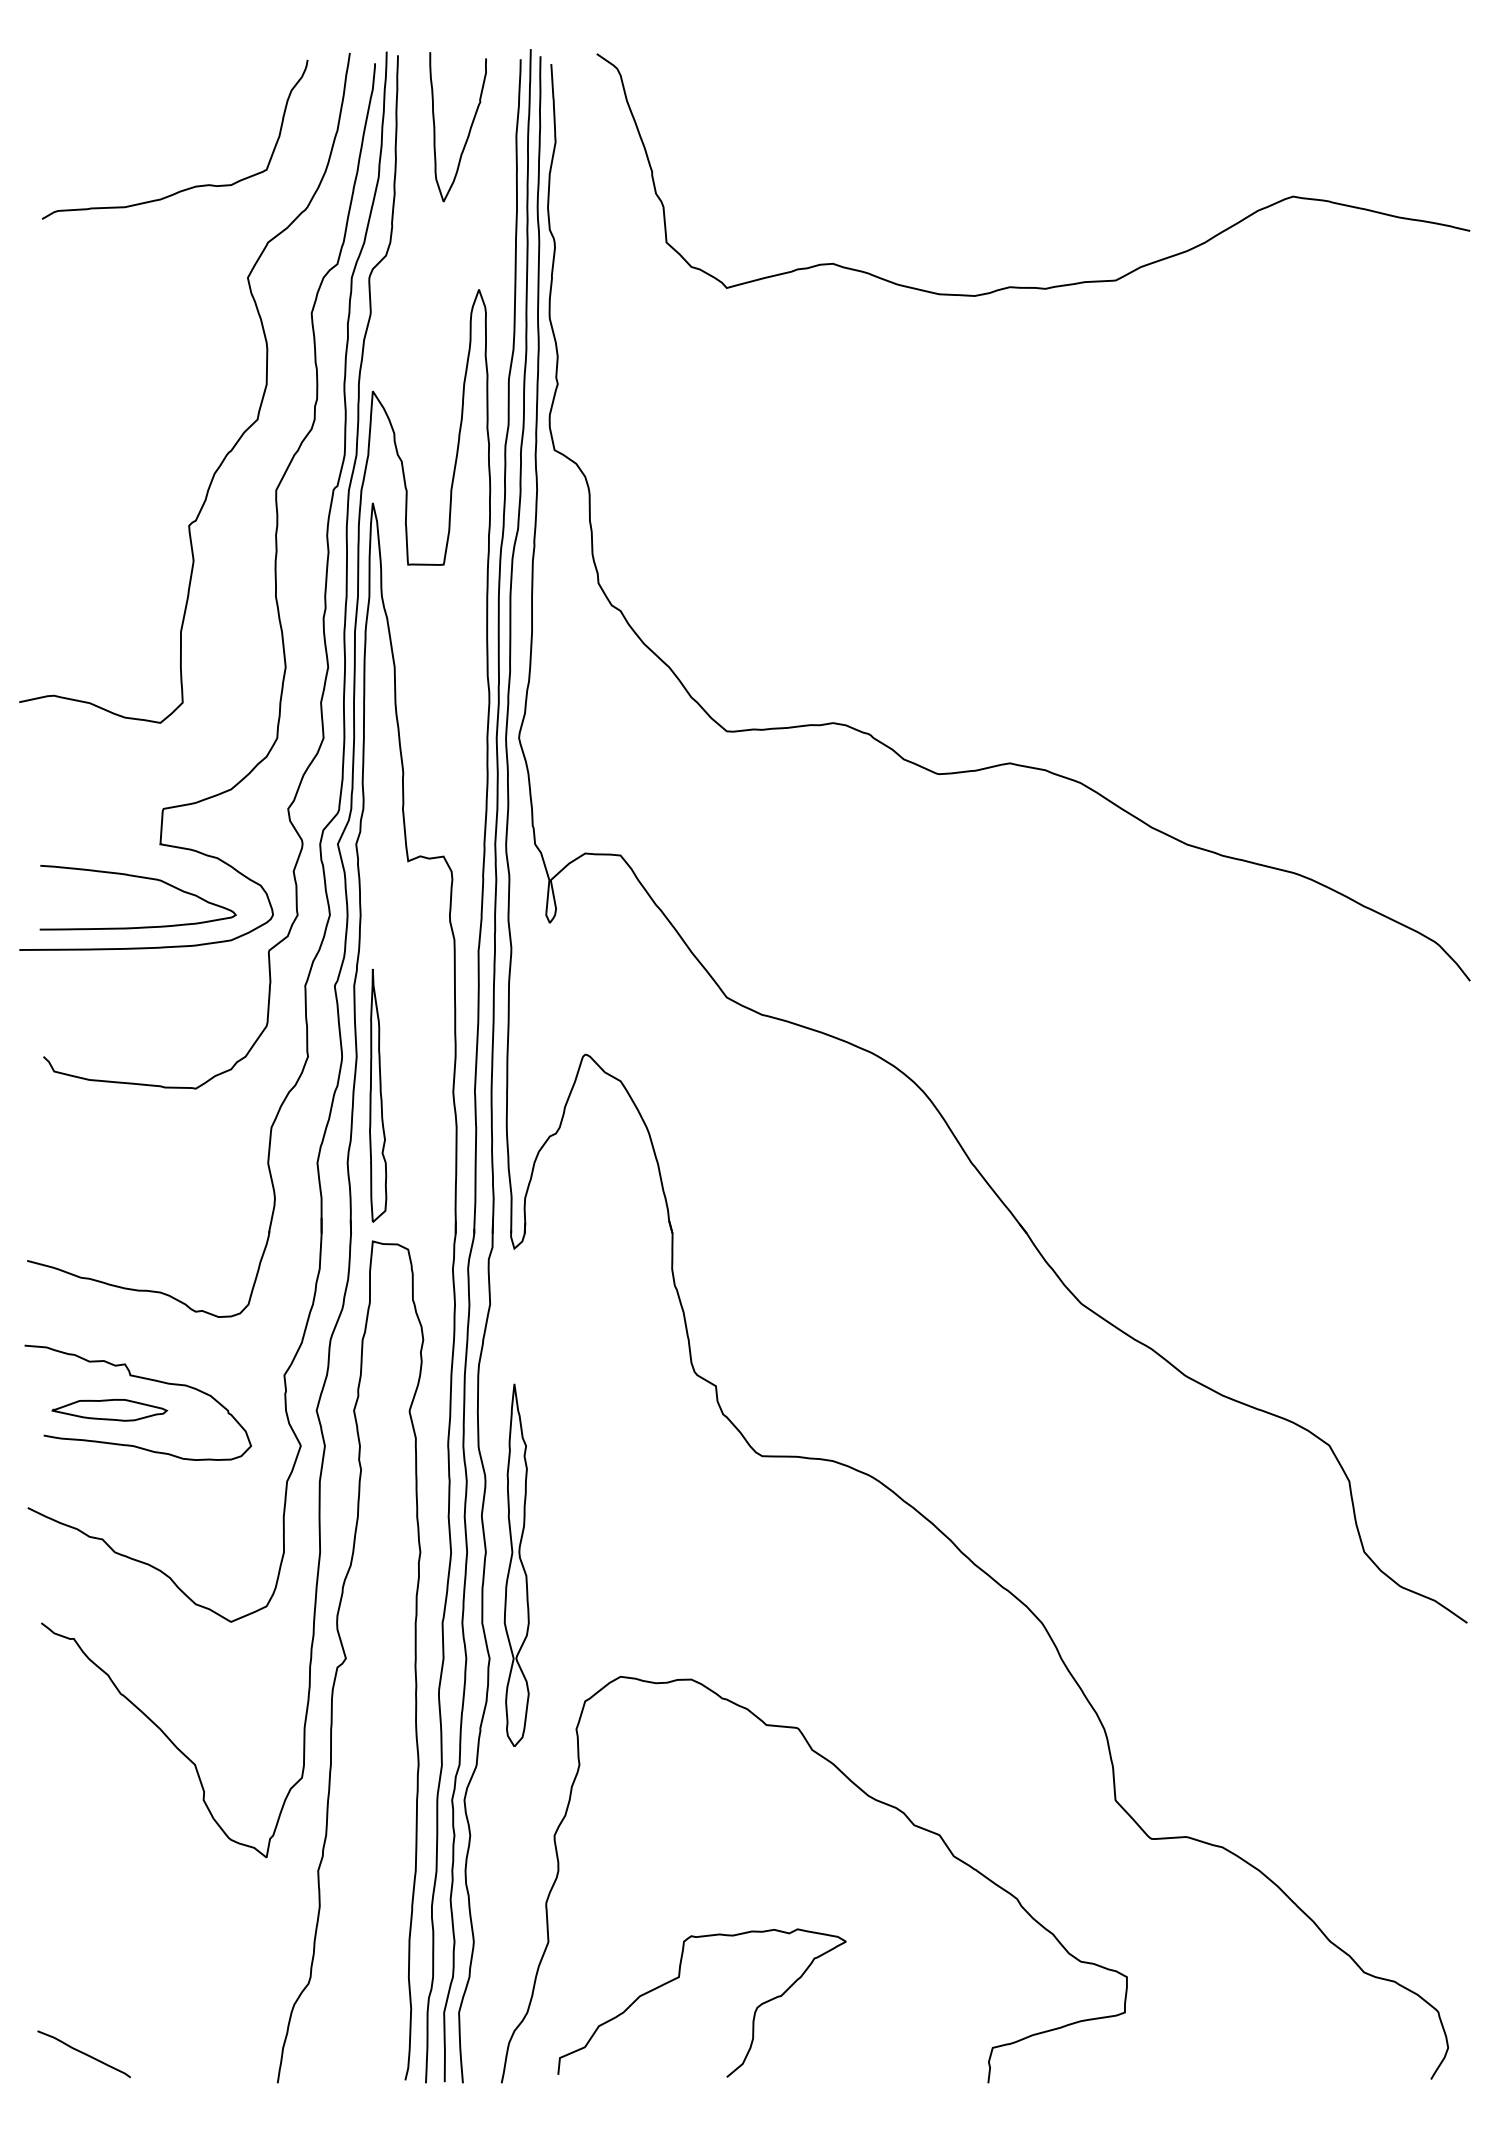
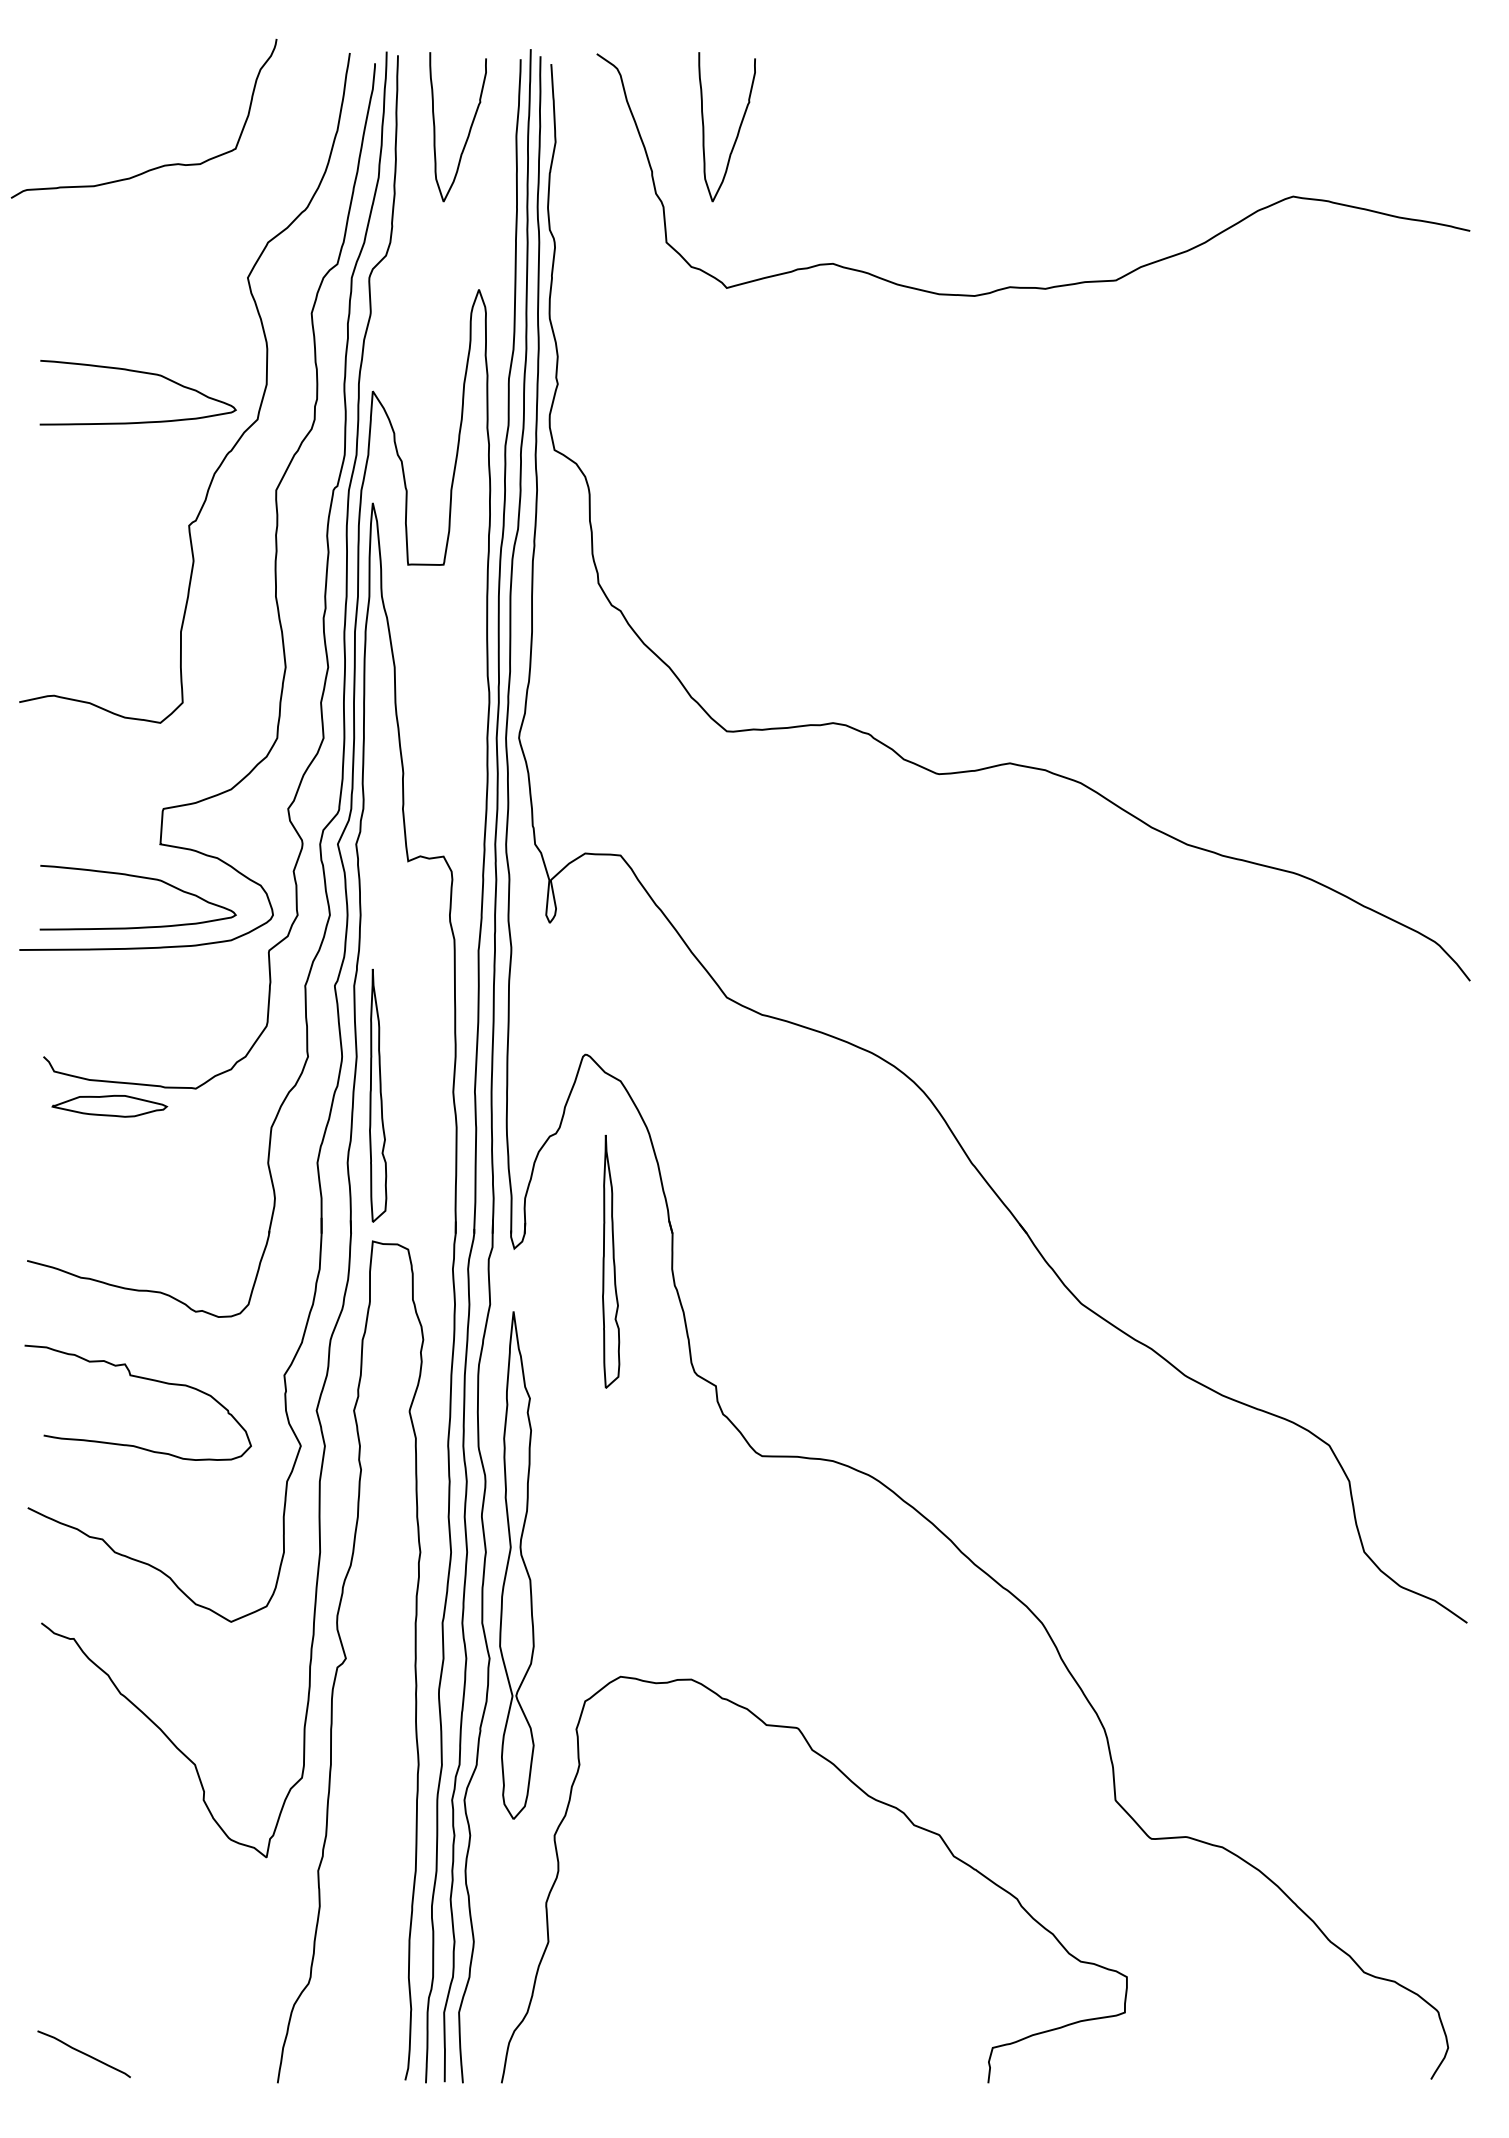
curve at (738, 128): none -> present
curve at (189, 187) position: (189, 187) -> (158, 166)
curve at (141, 373): none -> present
part at (611, 1261): none -> present
part at (109, 1409) position: (109, 1409) -> (109, 1105)
part at (516, 1564) size: 27x364 px -> 36x509 px
curve at (678, 1978): present -> none
